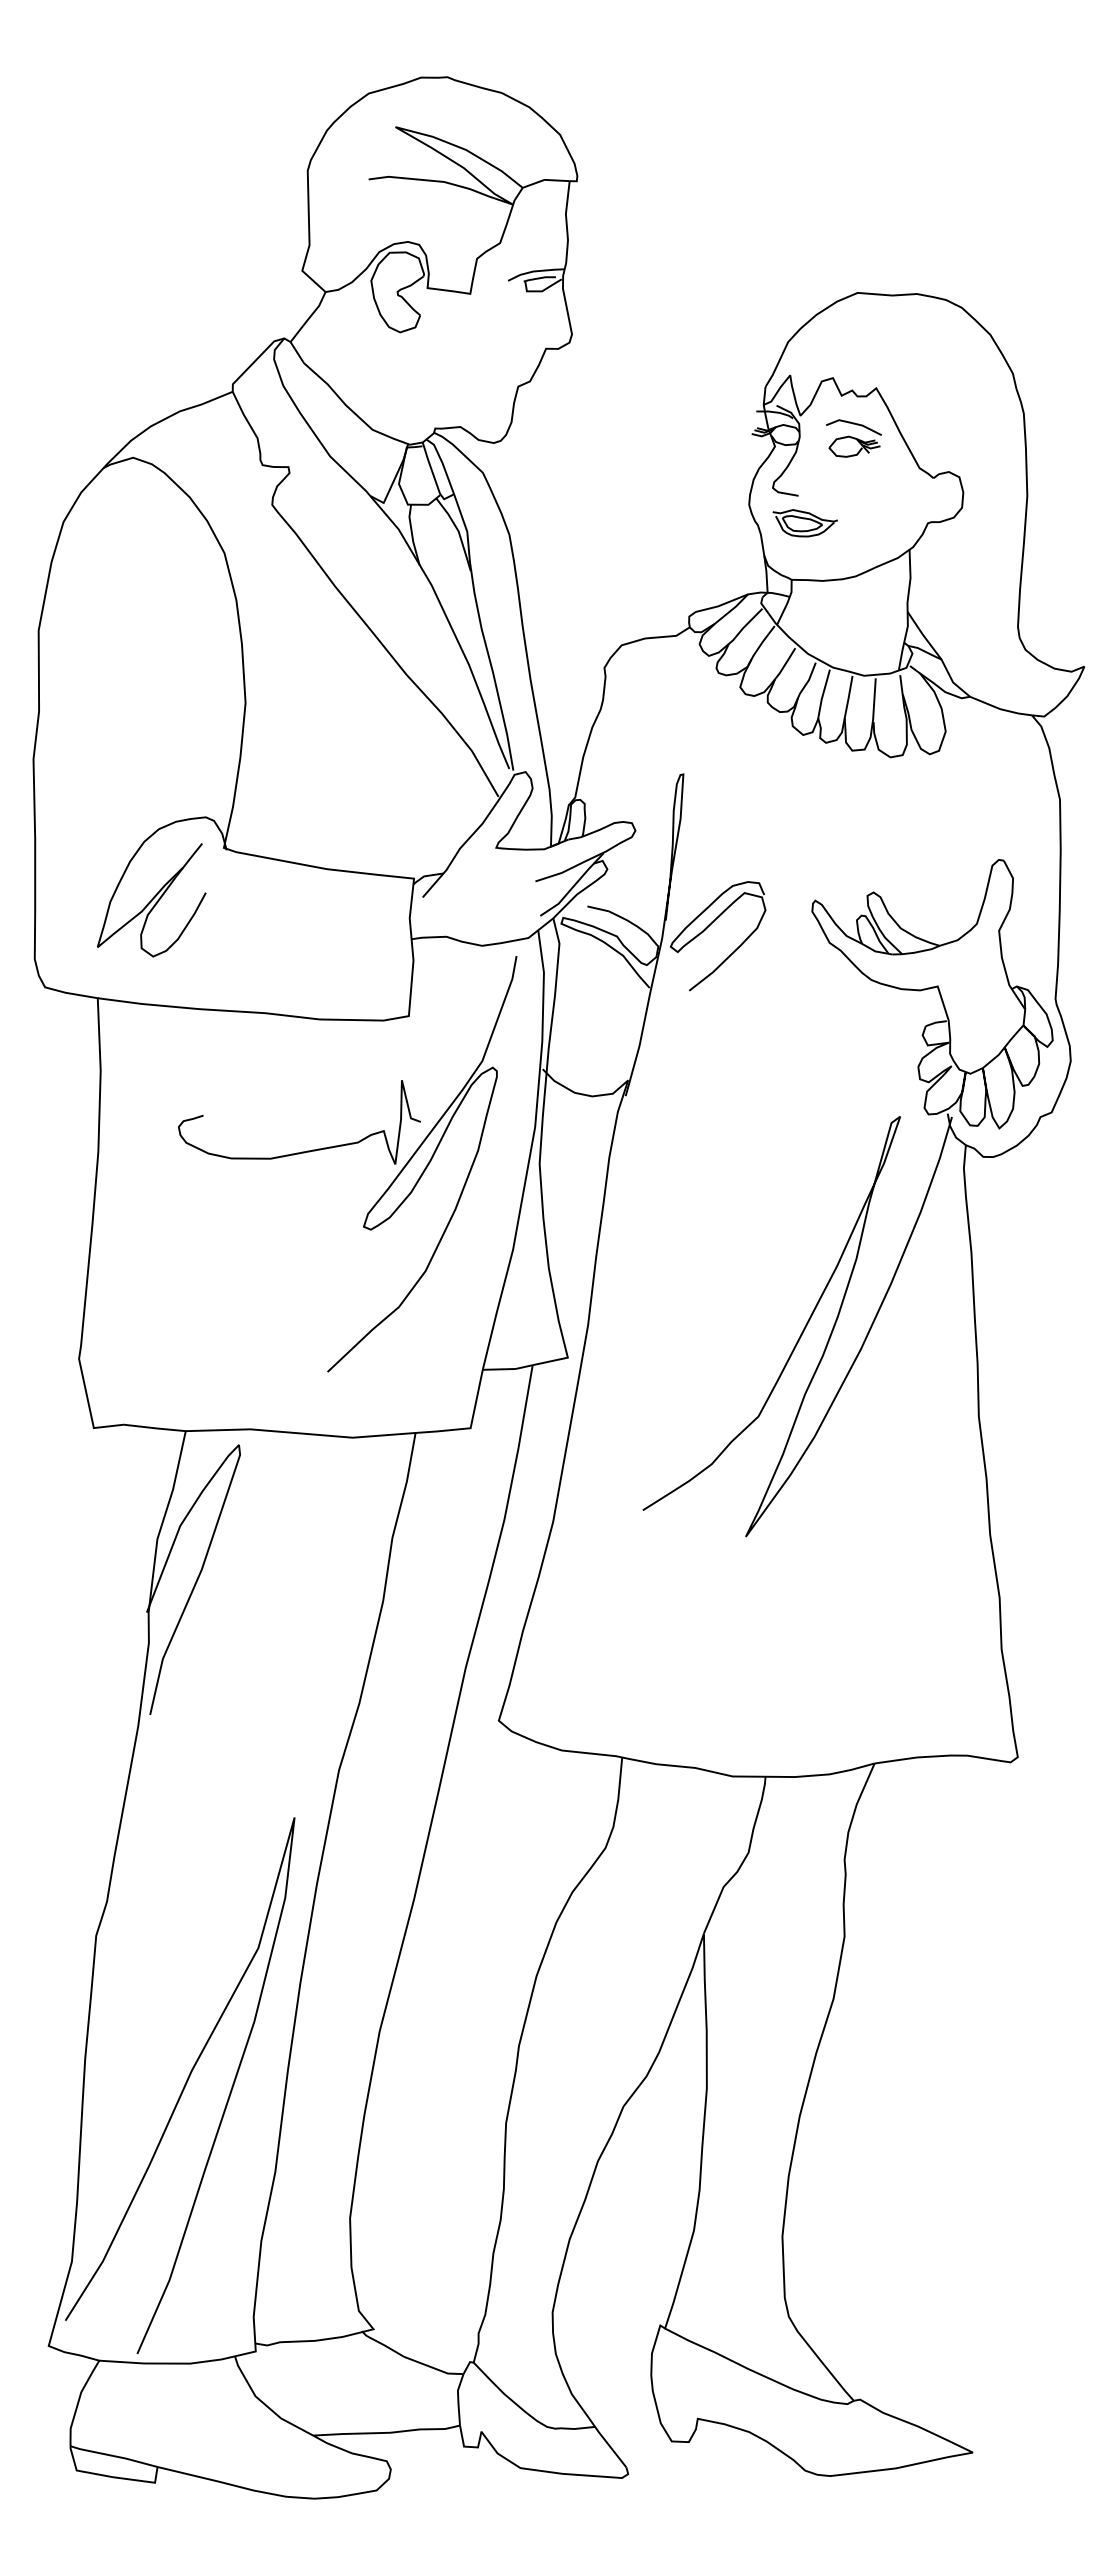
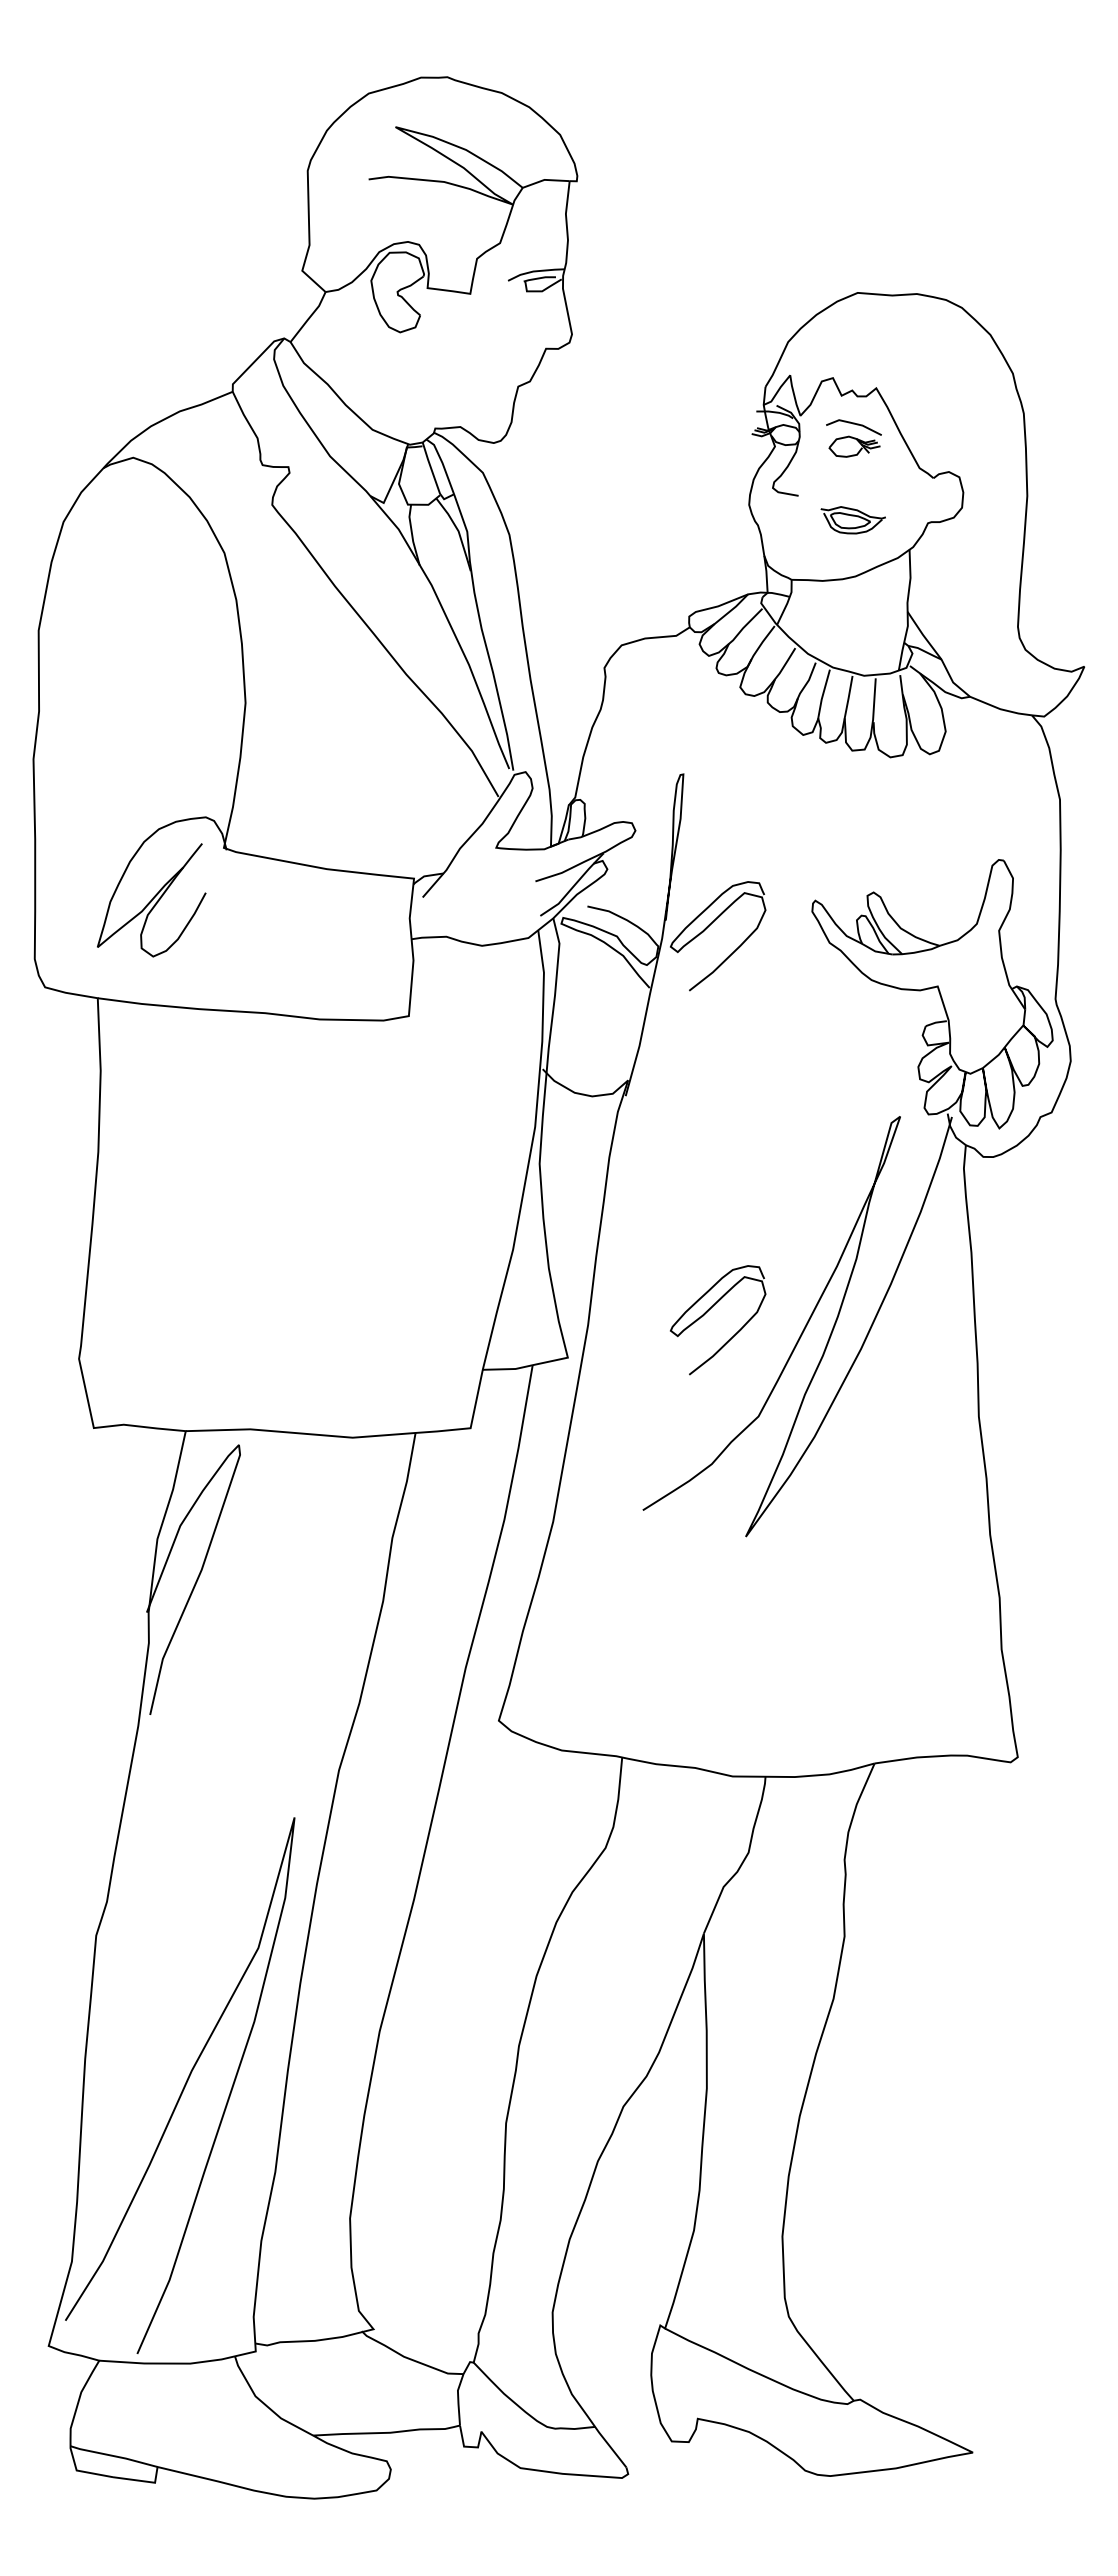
part at (804, 523) position: (804, 523) -> (852, 520)
part at (343, 1146): present -> none
curve at (709, 1310): none -> present
